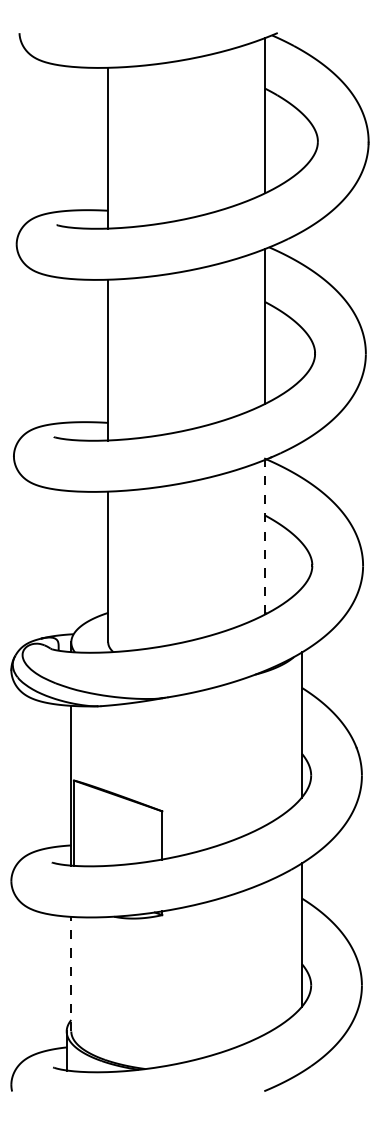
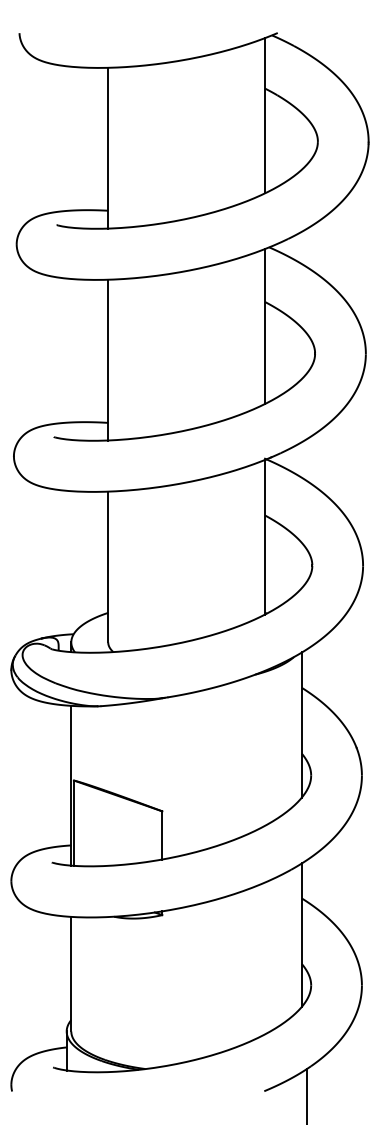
line at (265, 536): dashed -> solid
line at (71, 973): dashed -> solid
line at (306, 1095): none -> present
